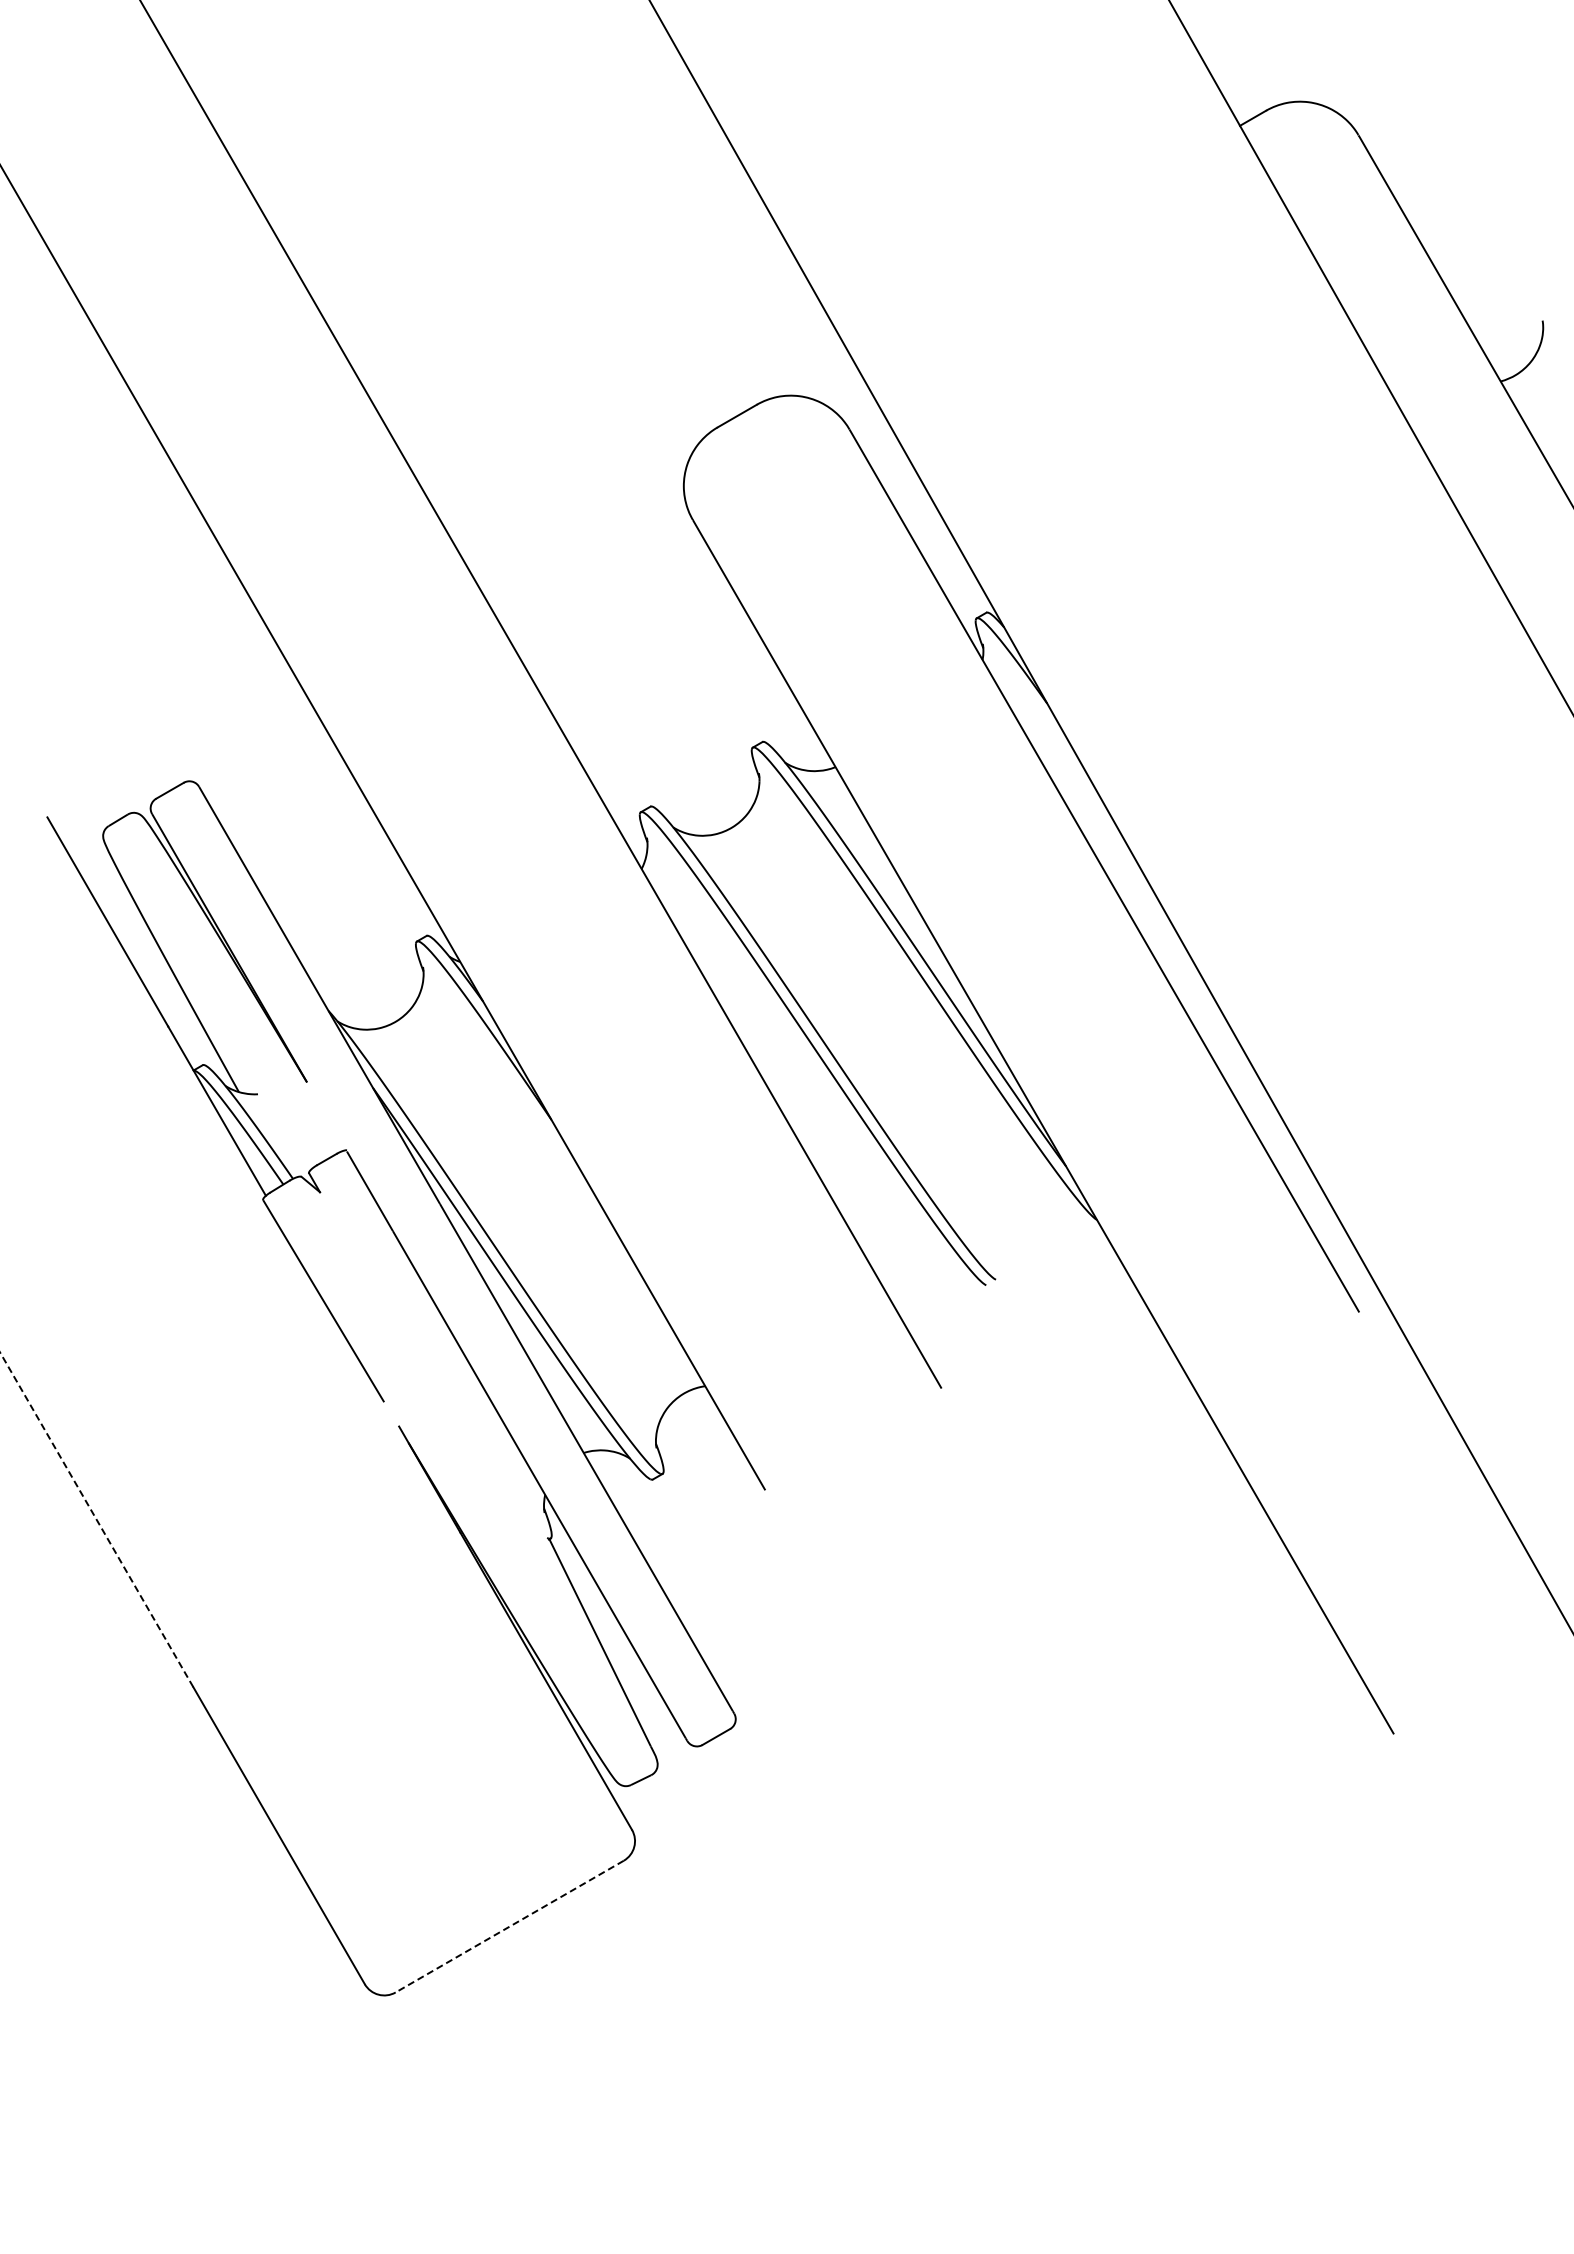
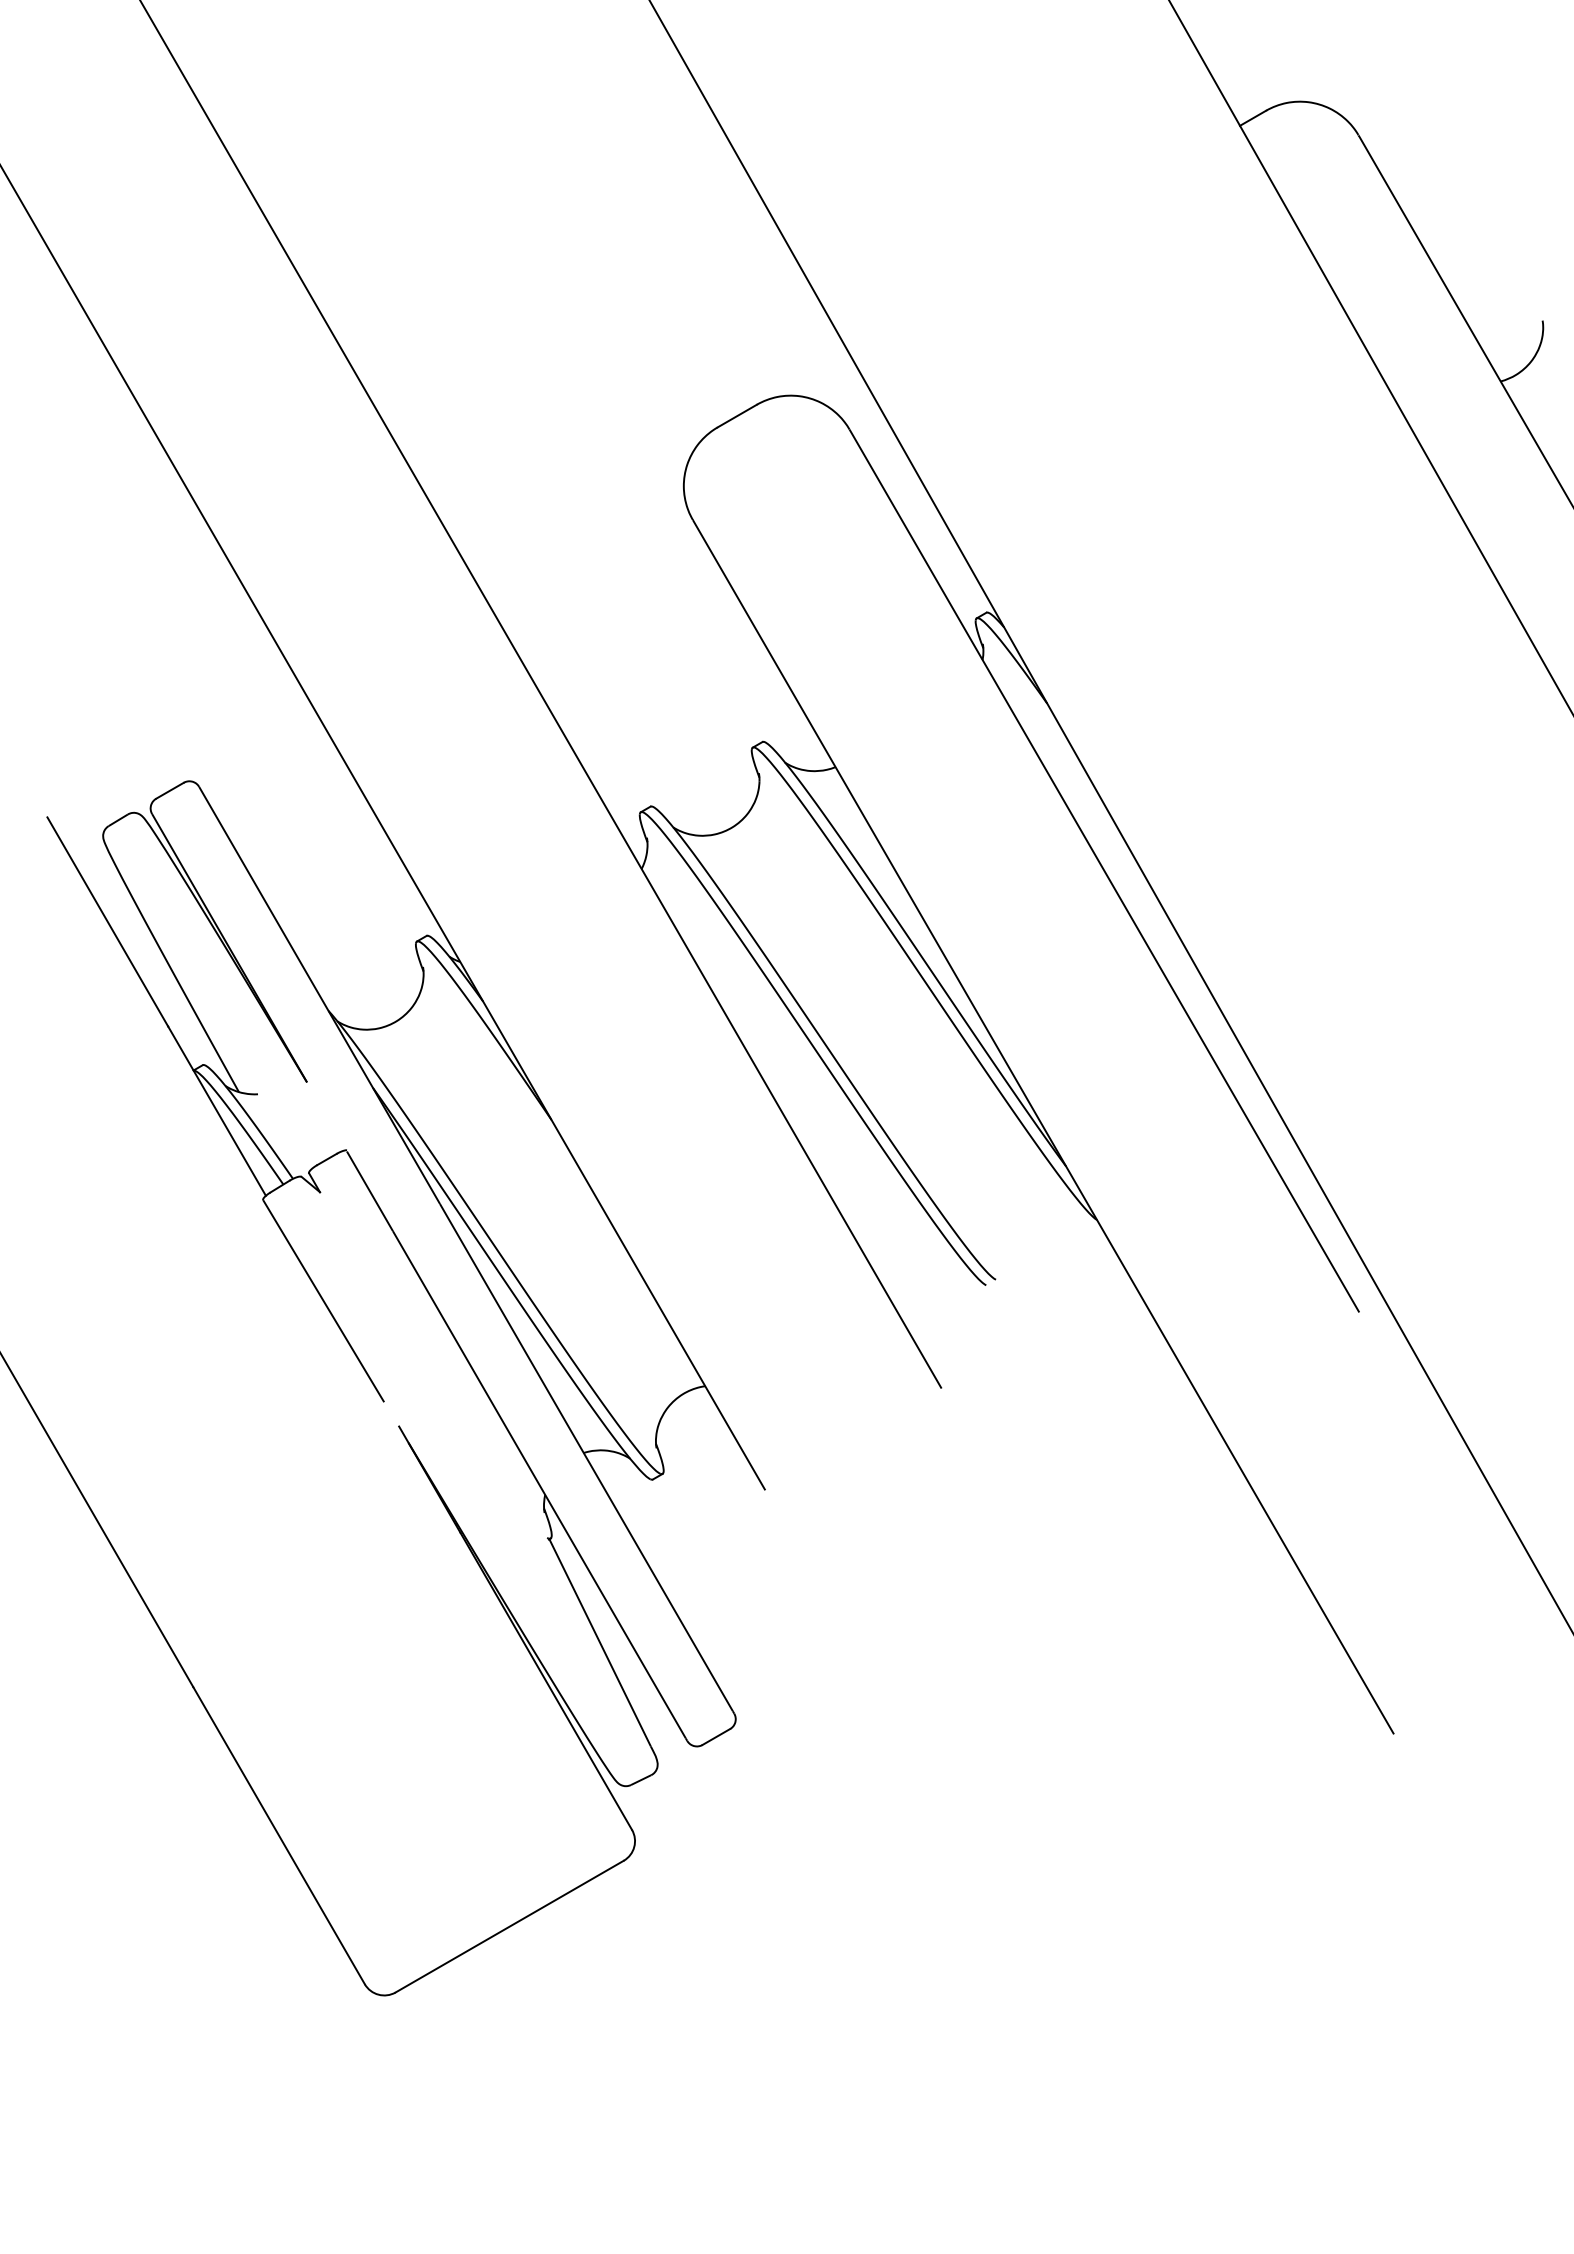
line at (96, 1520): dashed -> solid
line at (509, 1926): dashed -> solid
